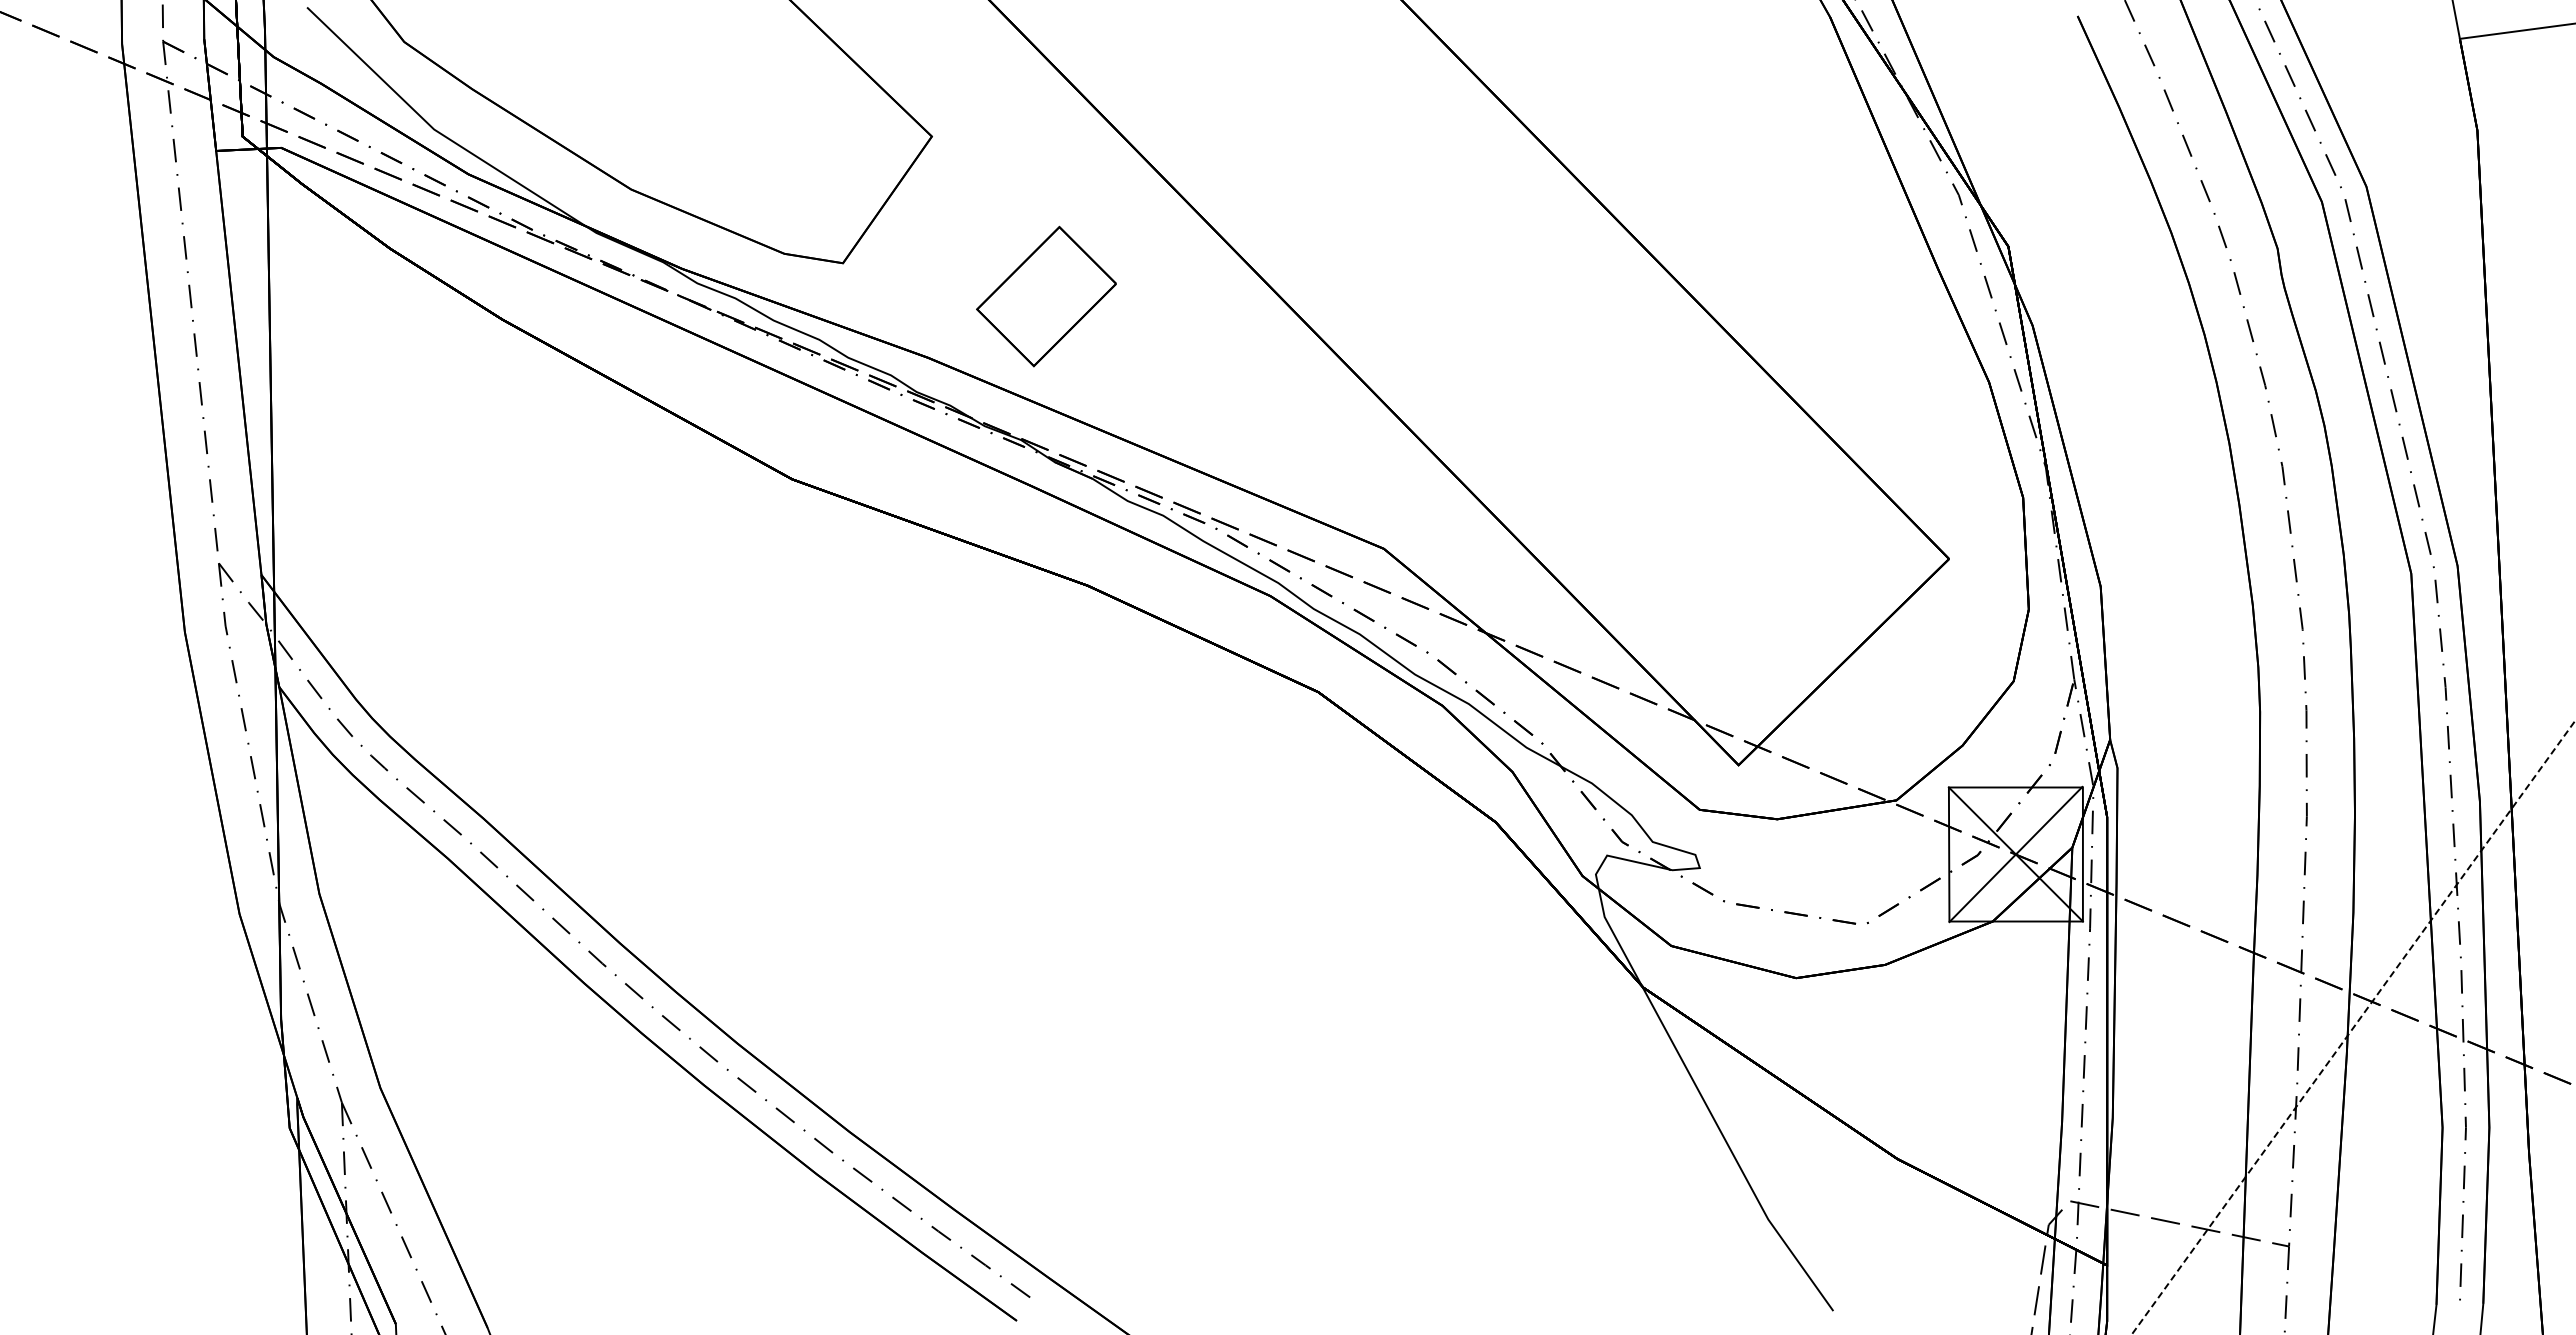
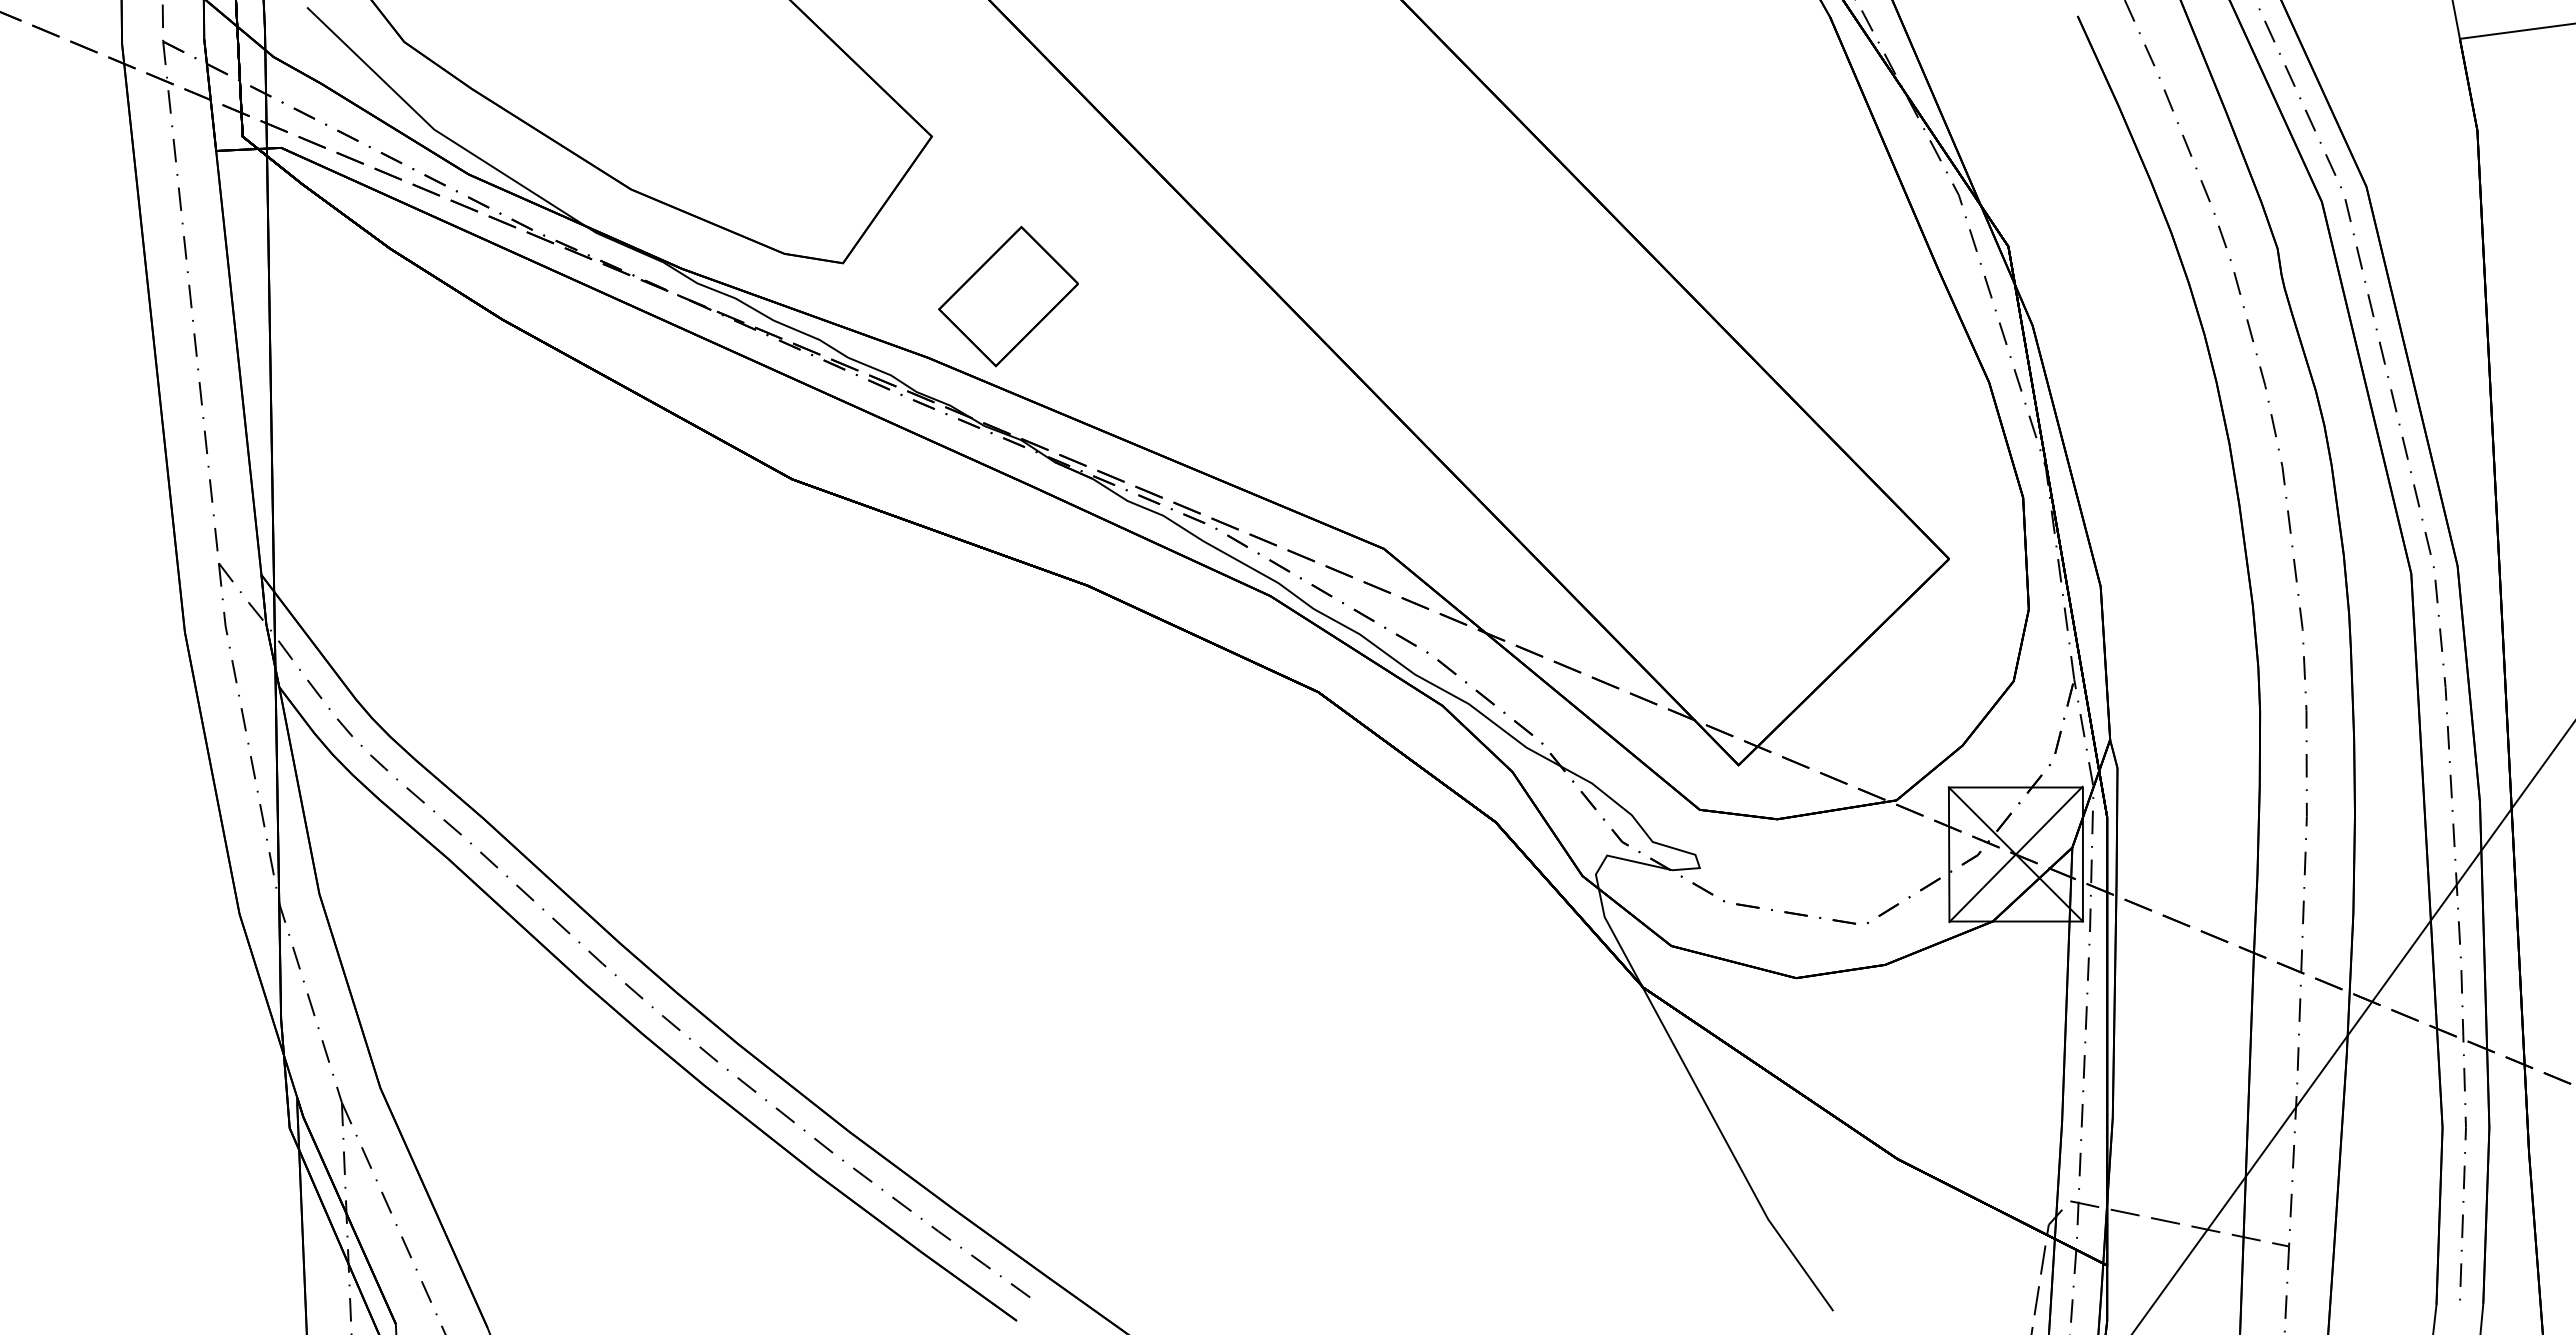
part at (1046, 296) position: (1046, 296) -> (1008, 296)
line at (2353, 1027): dashed -> solid
